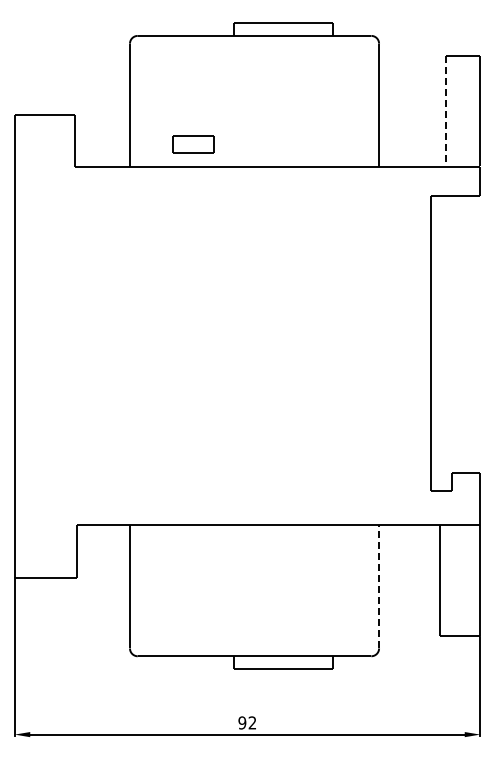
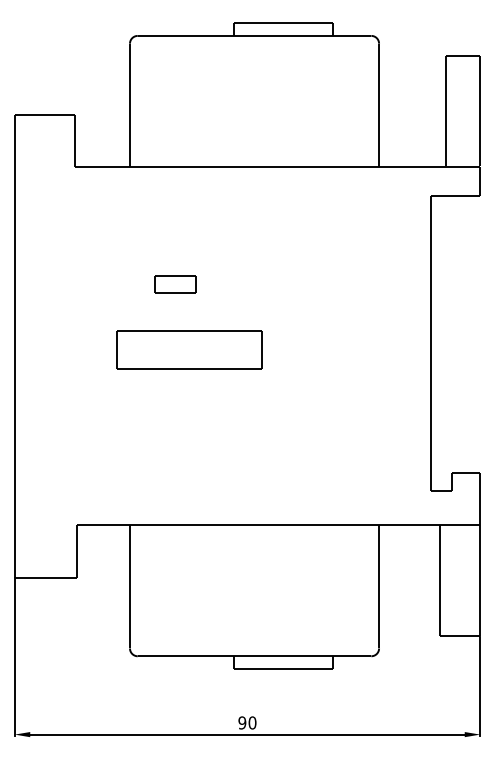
line at (446, 110): dashed -> solid
part at (193, 144) position: (193, 144) -> (175, 284)
part at (189, 349): none -> present
line at (379, 586): dashed -> solid
text at (252, 722): 92 -> 90
